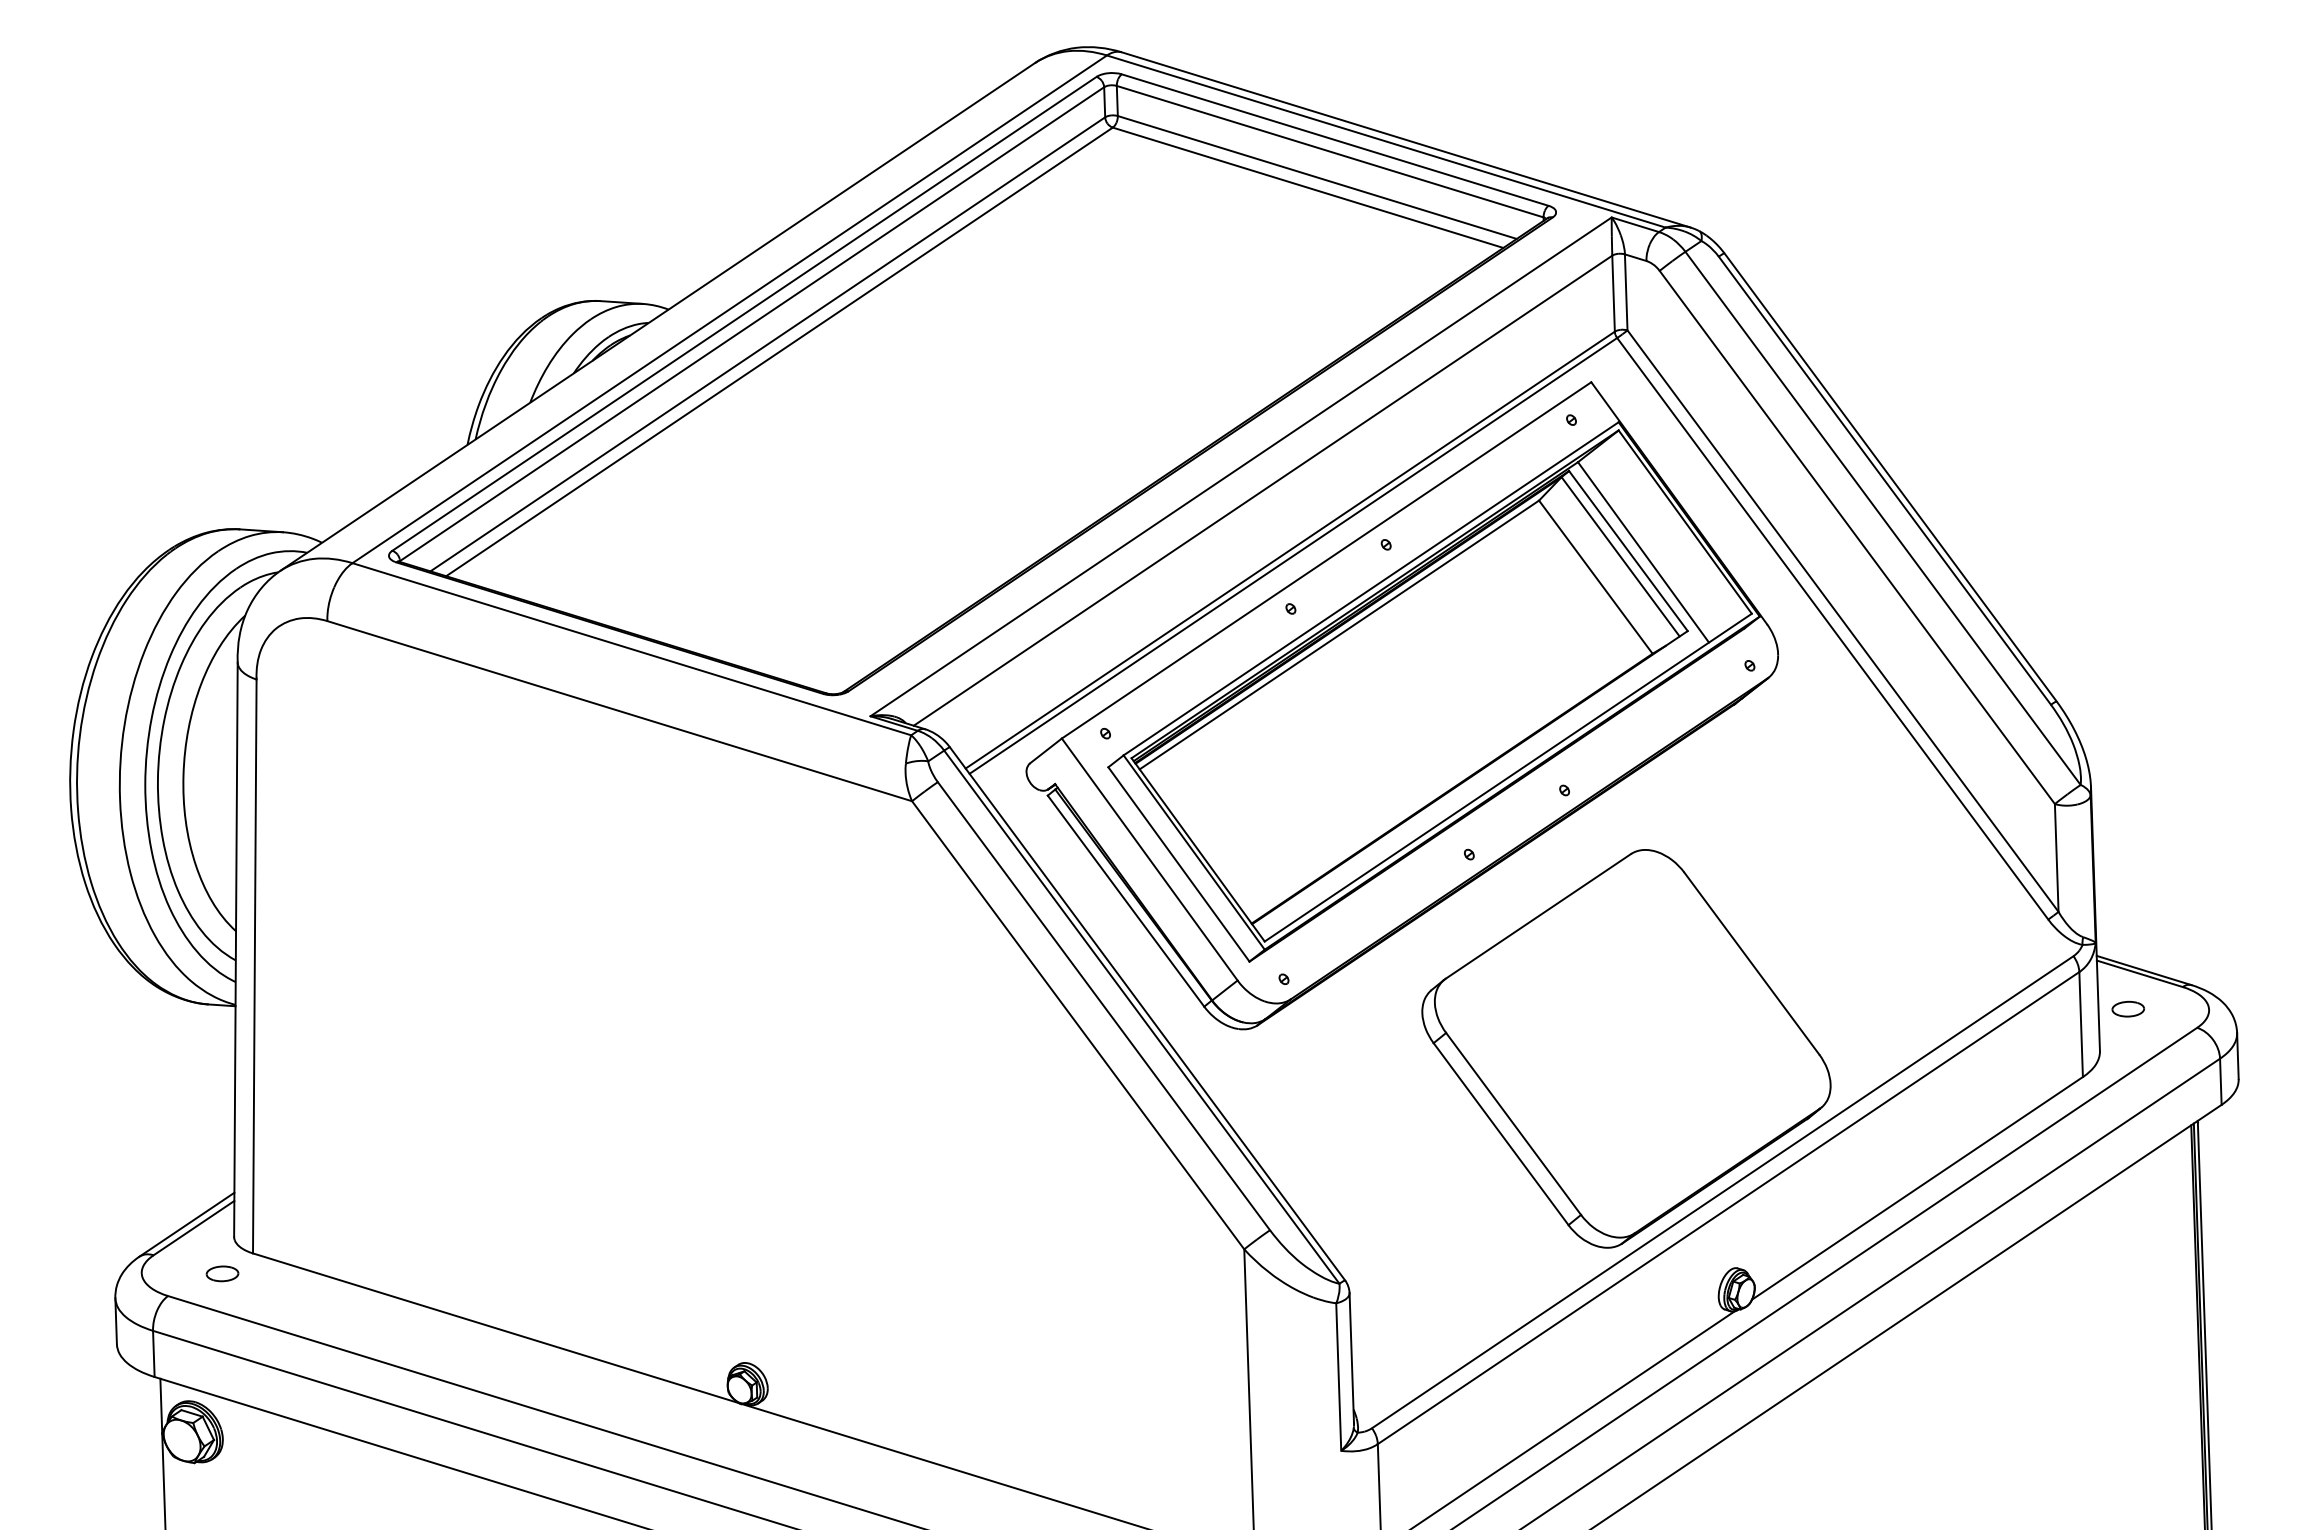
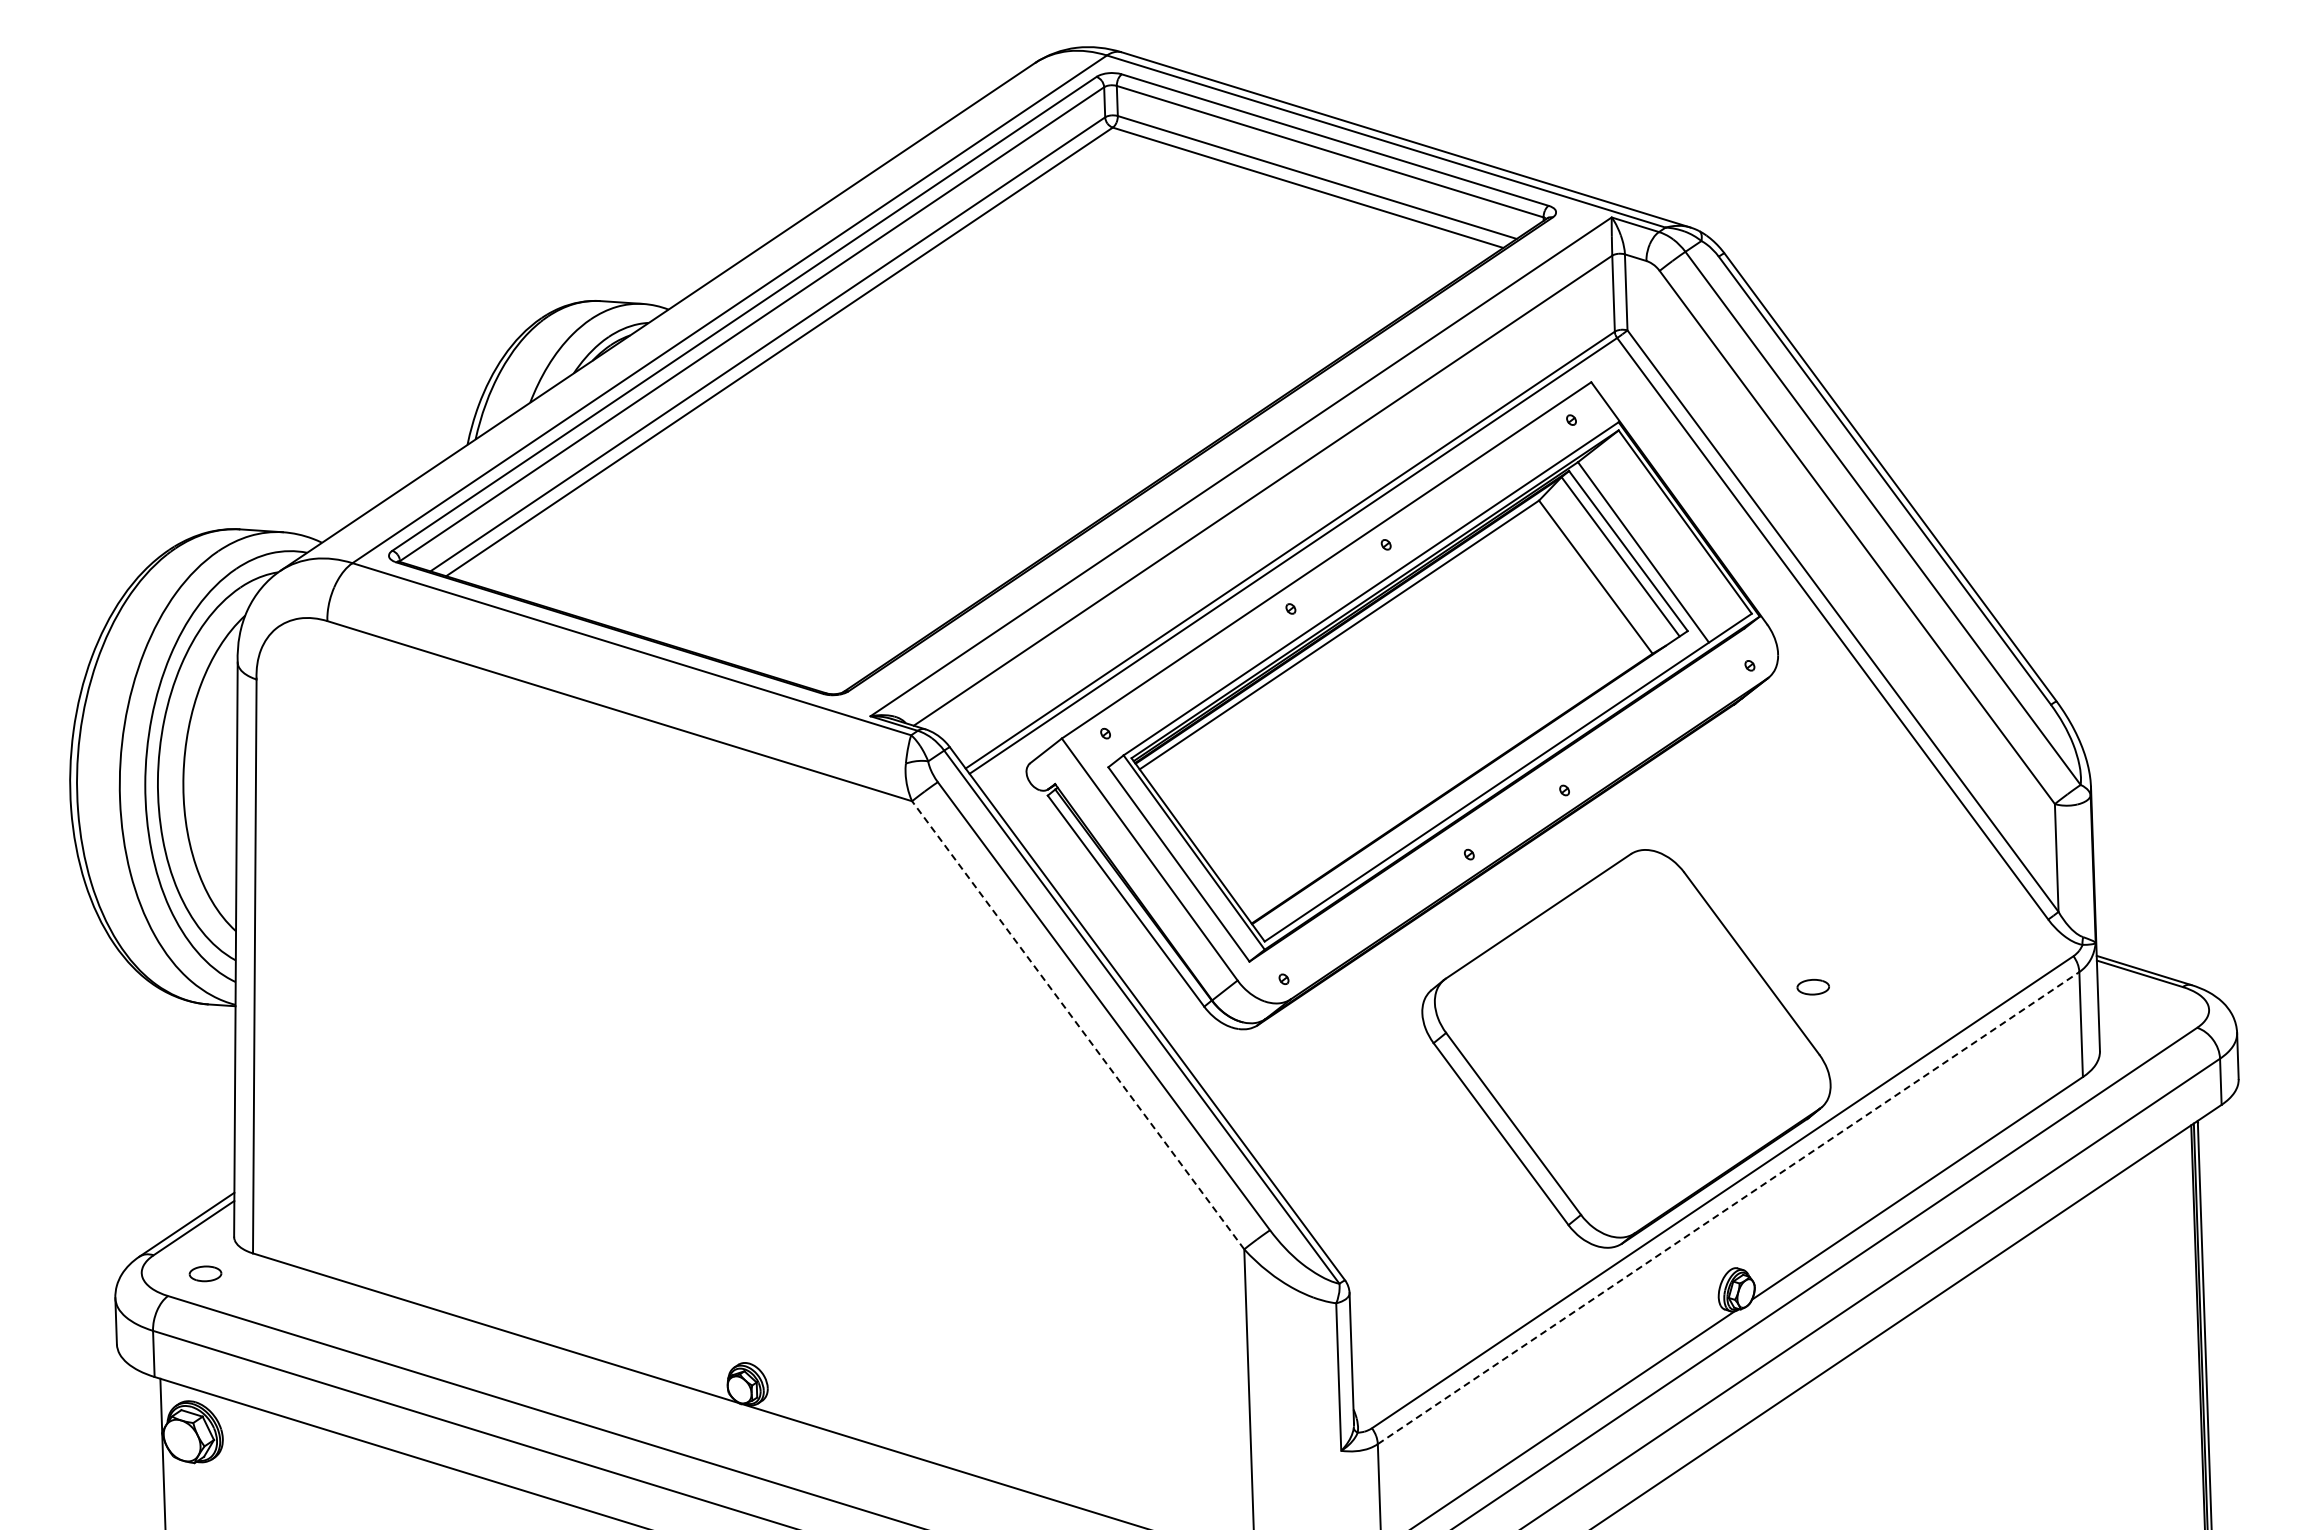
part at (2127, 1008) position: (2127, 1008) -> (1812, 986)
line at (1078, 1025): solid -> dashed
line at (1728, 1208): solid -> dashed
part at (222, 1273) position: (222, 1273) -> (205, 1273)
